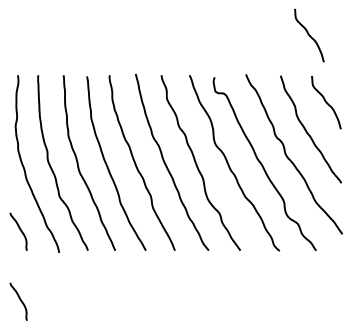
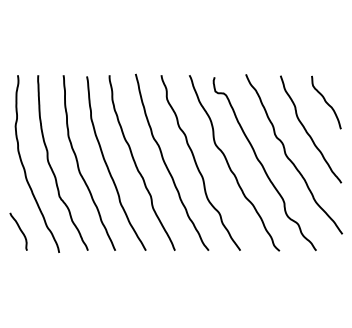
curve at (309, 35): present -> none
curve at (20, 301): present -> none
